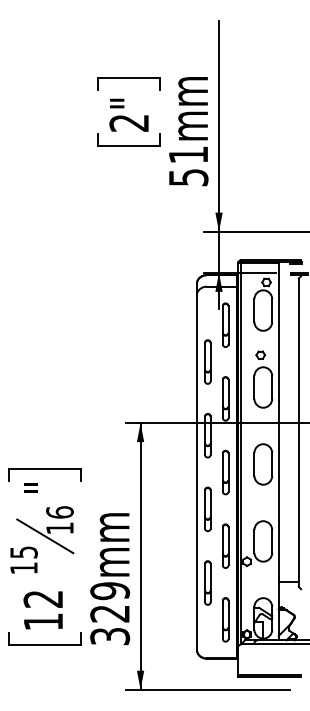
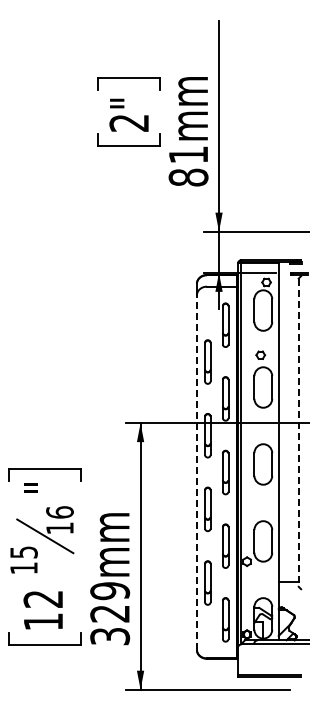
text at (188, 177): 51mm -> 81mm
line at (298, 433): solid -> dashed
line at (196, 472): solid -> dashed
